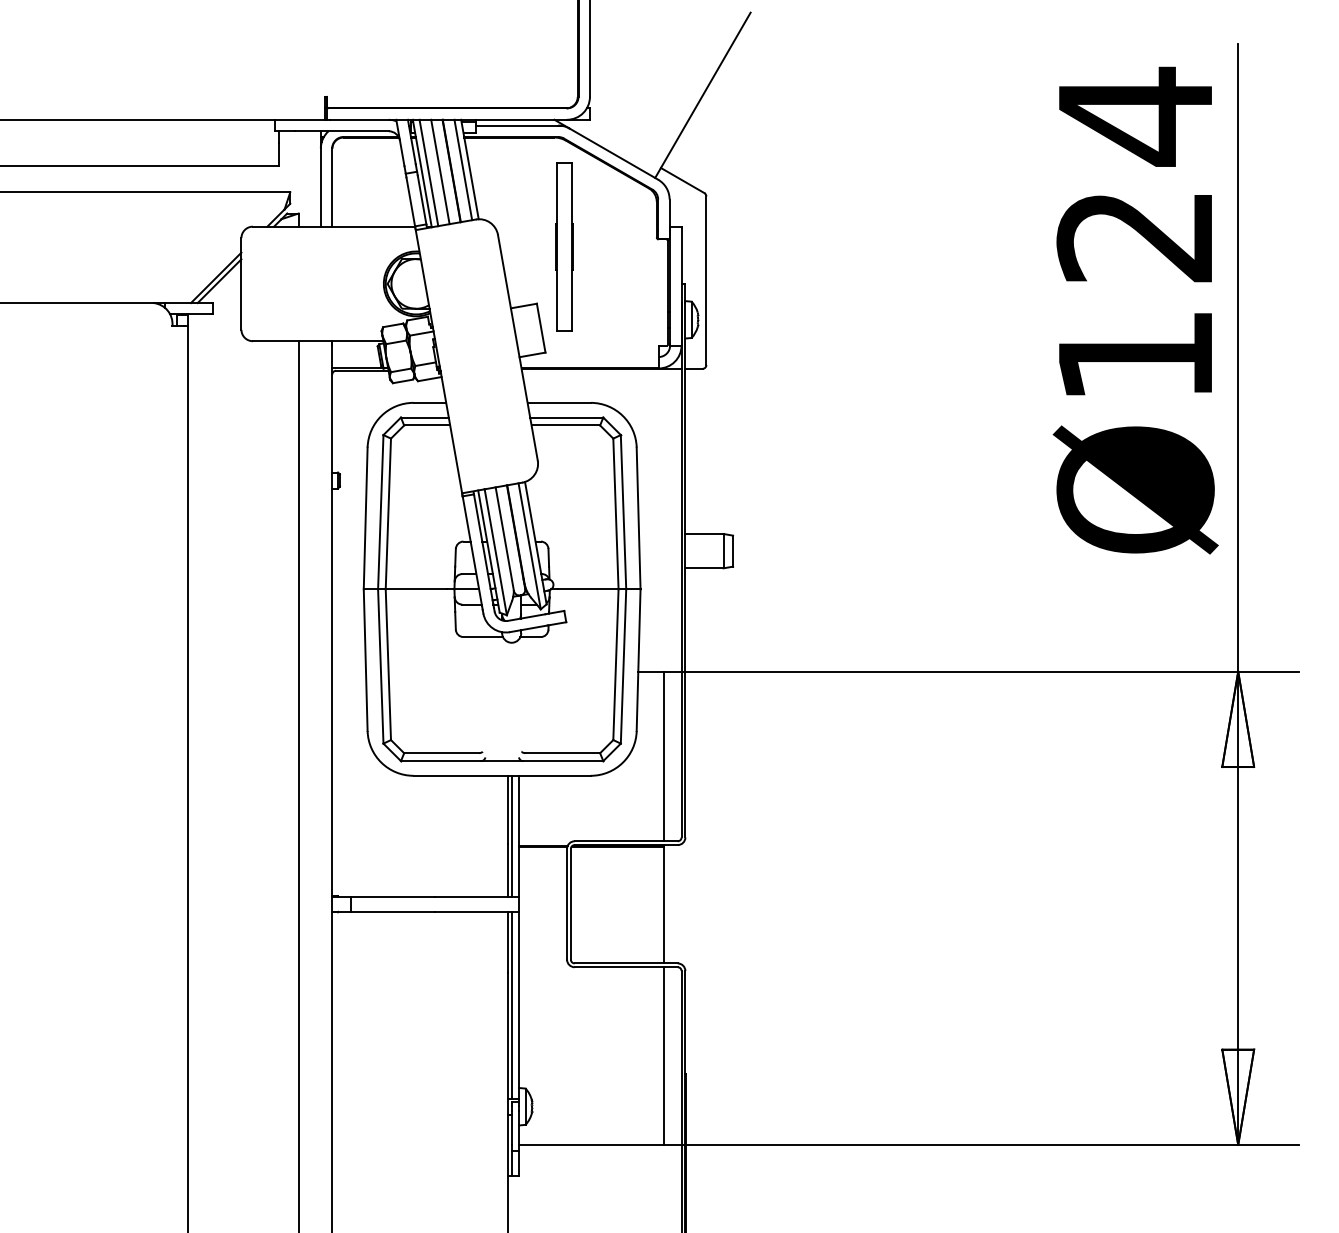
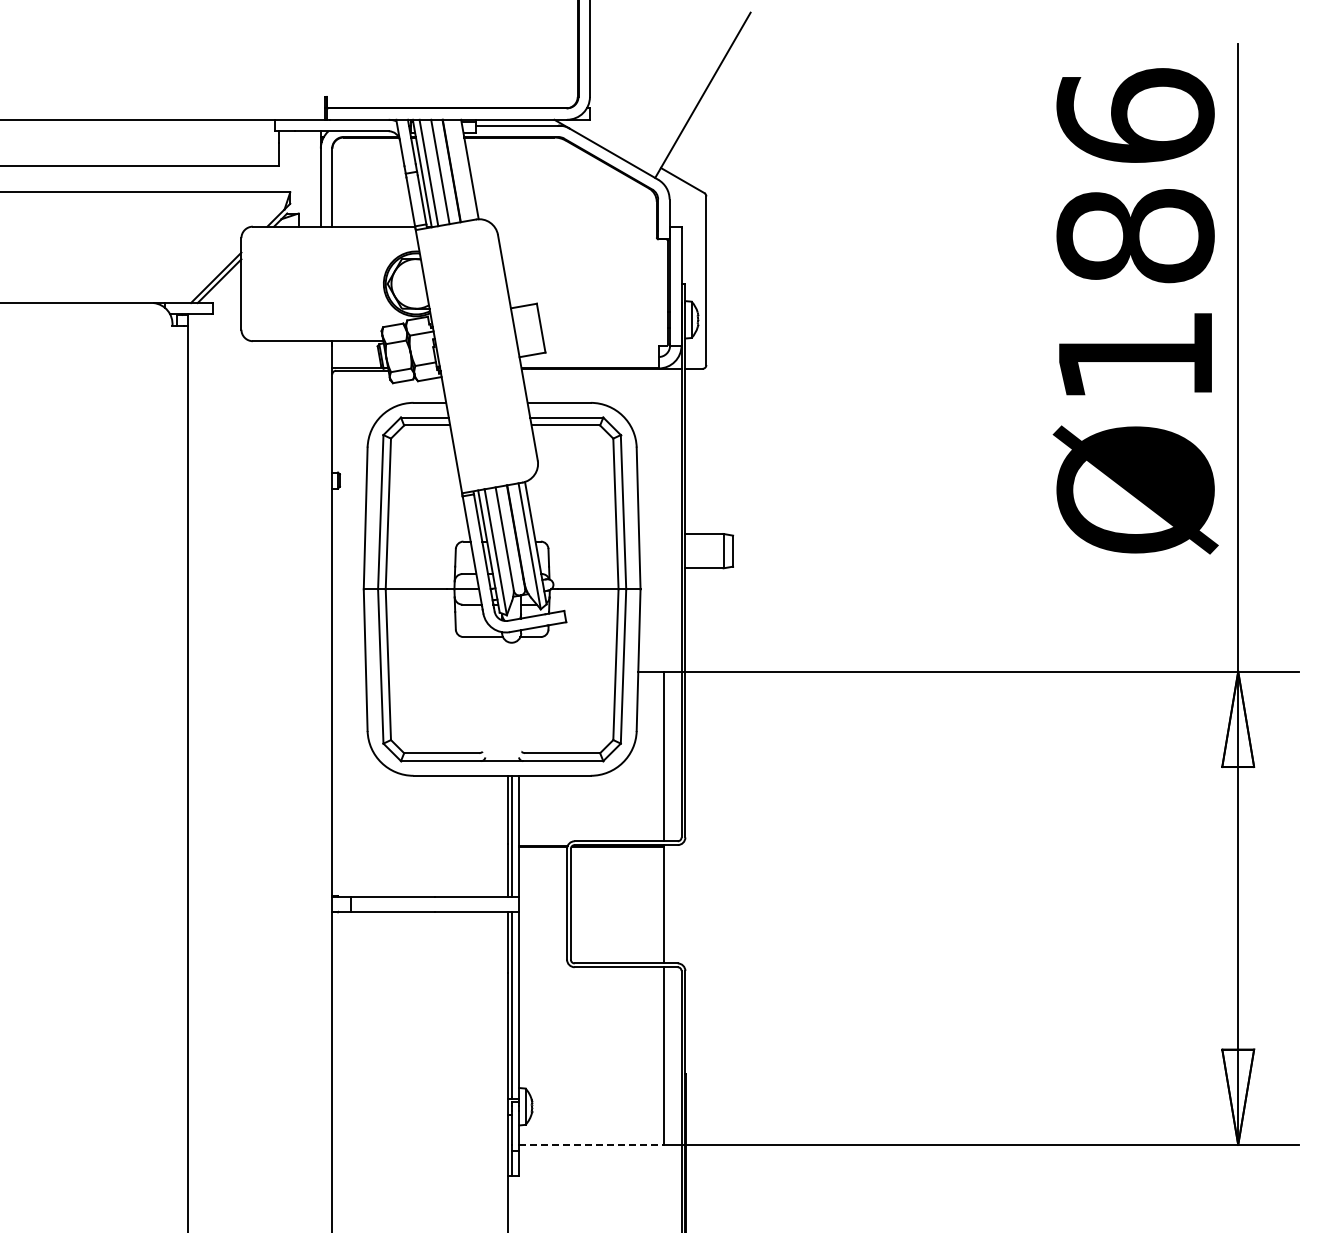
line at (463, 169): present -> none
text at (1135, 174): Ø124 -> Ø186
part at (564, 246): present -> none
line at (298, 785): present -> none
line at (591, 1144): solid -> dashed
